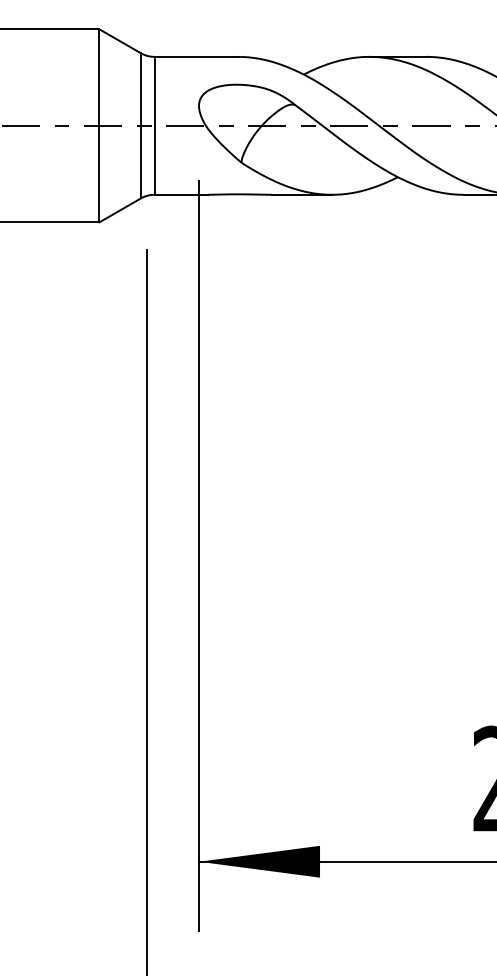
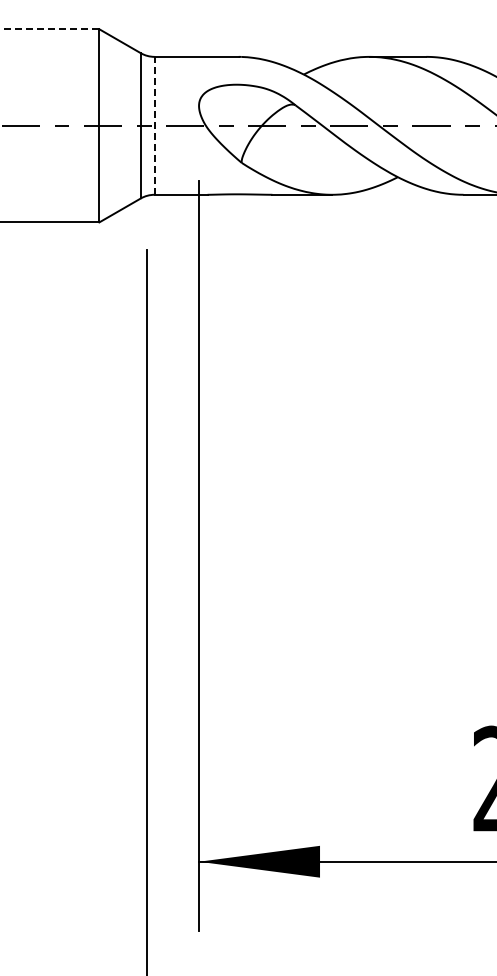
line at (49, 29): solid -> dashed
line at (154, 125): solid -> dashed
